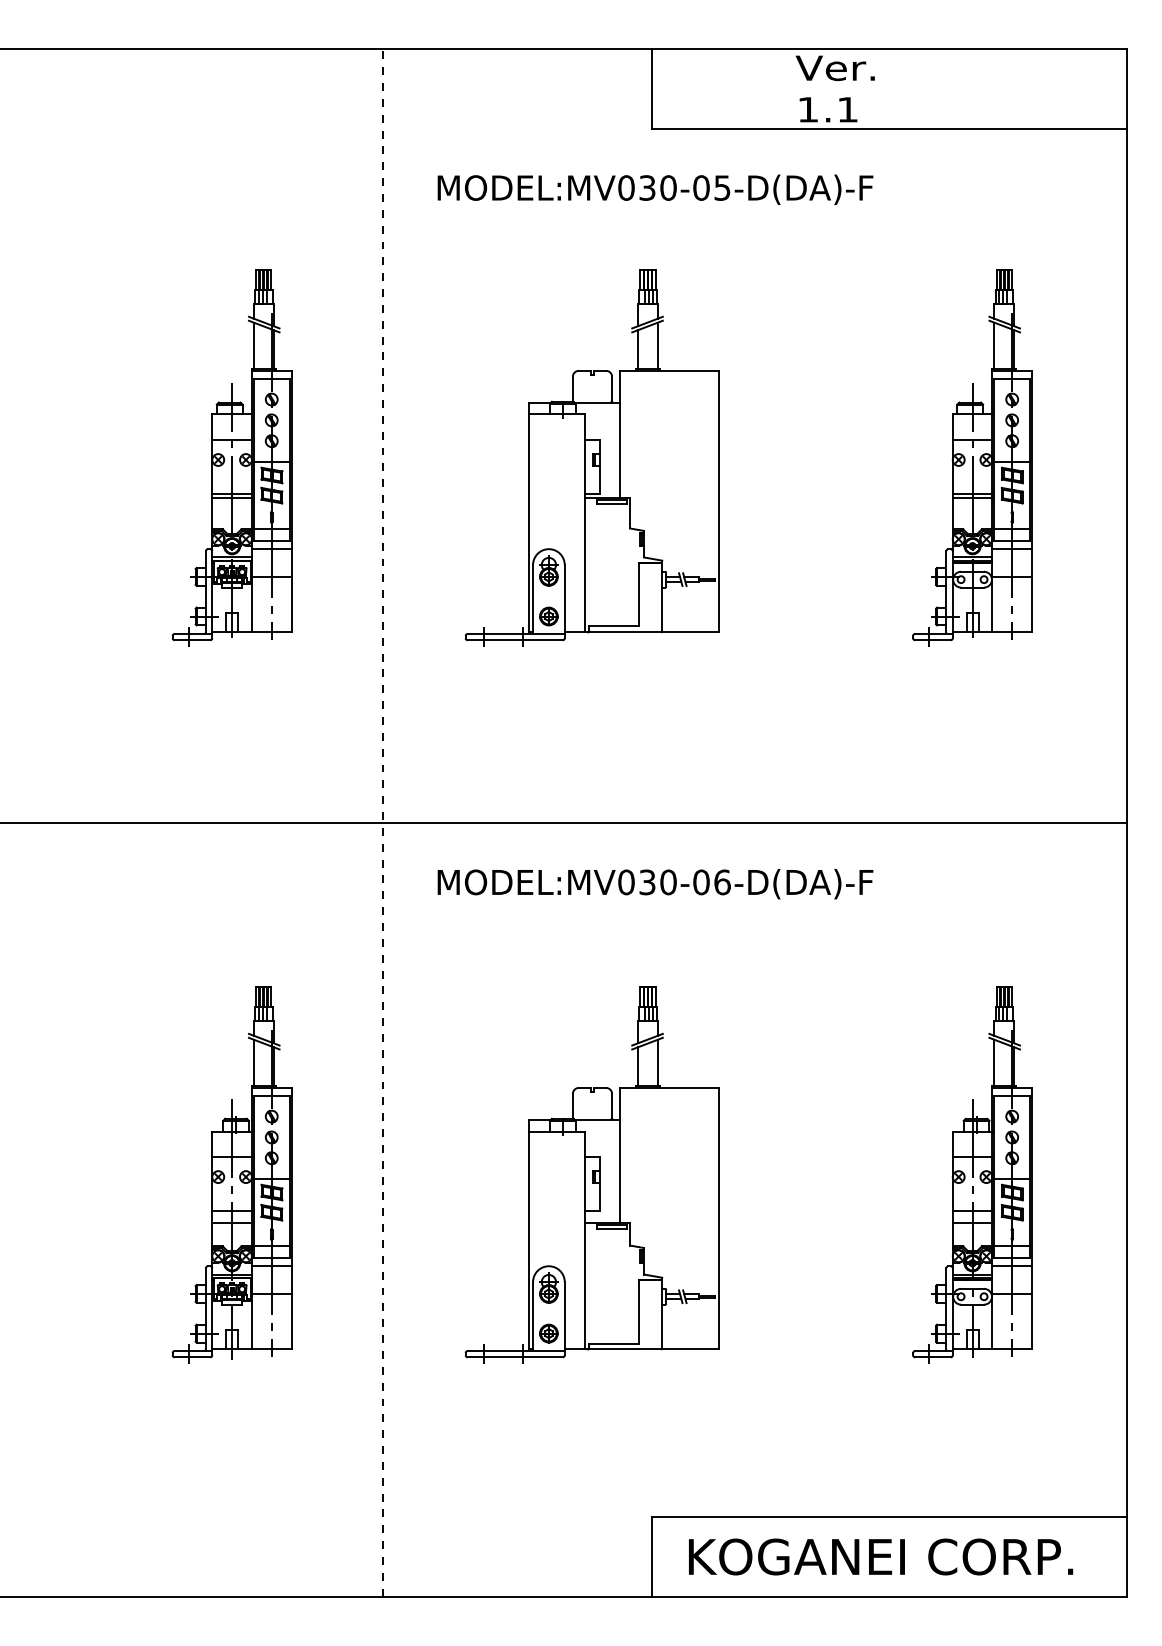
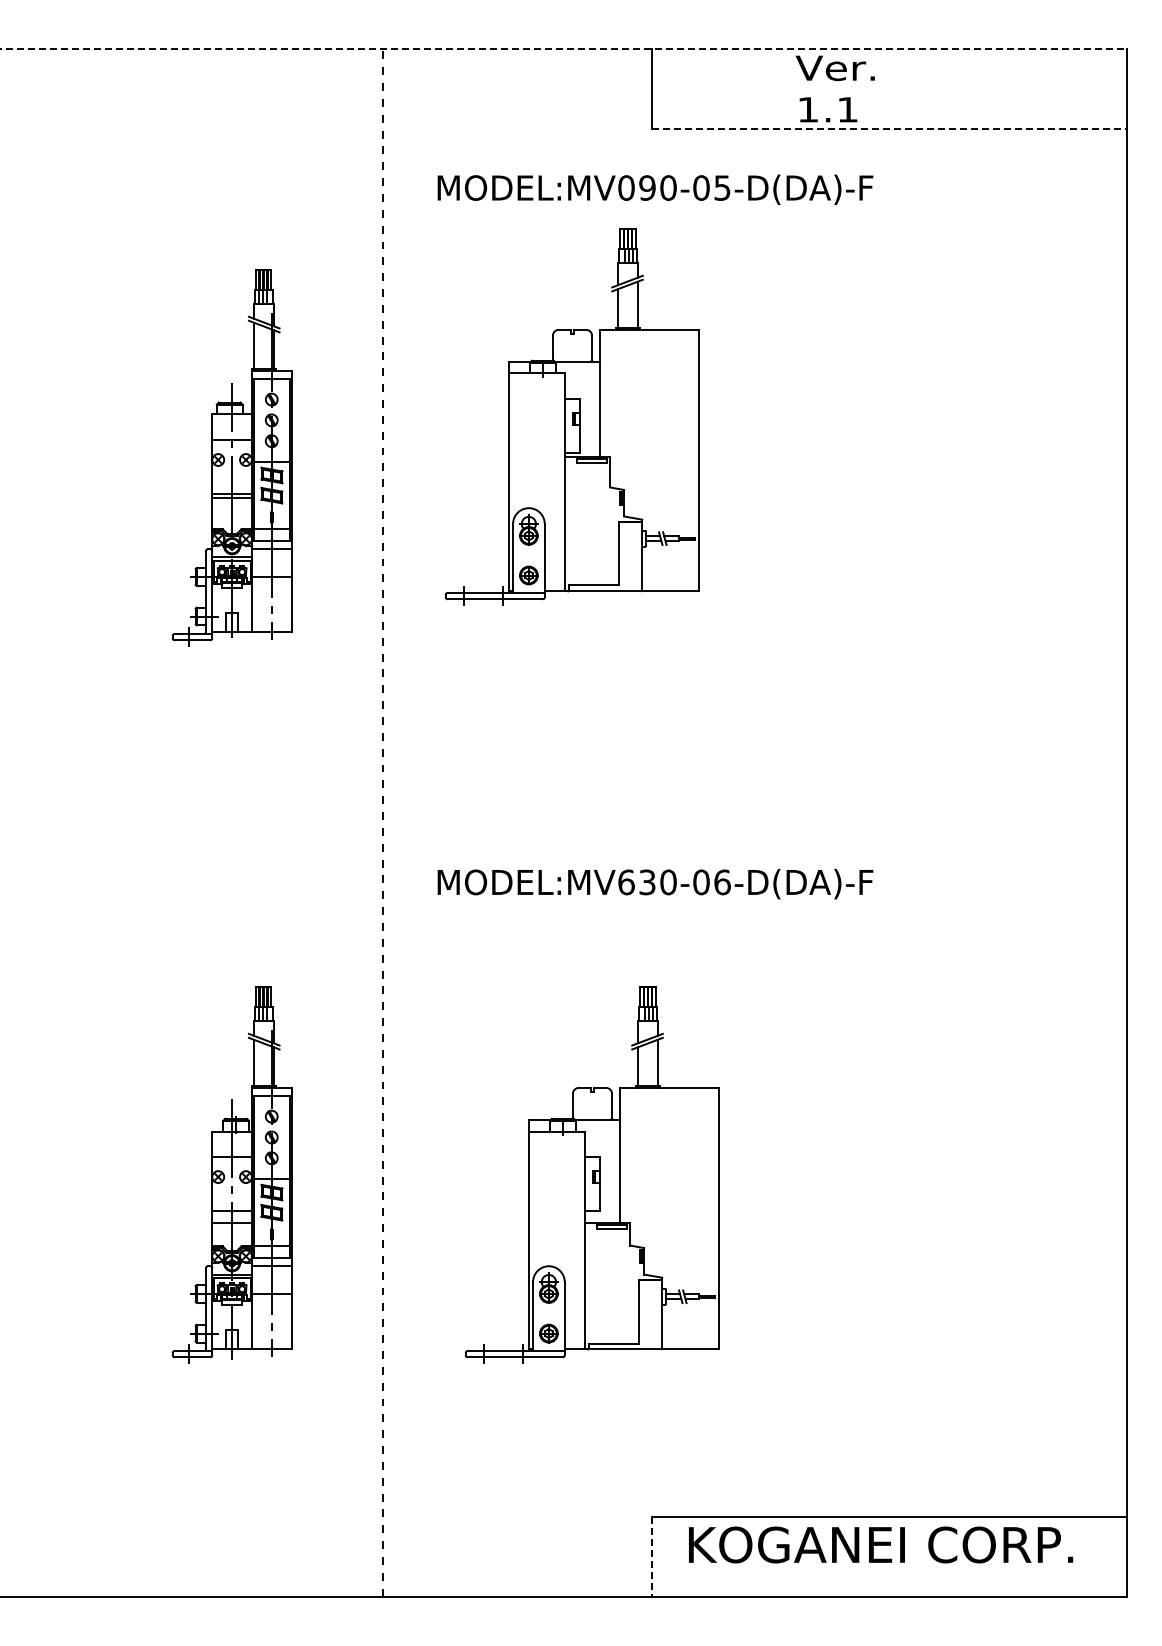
line at (564, 49): solid -> dashed
line at (889, 128): solid -> dashed
text at (647, 187): MODEL:MV030-05-D(DA)-F -> MODEL:MV090-05-D(DA)-F
part at (591, 457) position: (591, 457) -> (571, 416)
part at (972, 457): present -> none
line at (564, 823): present -> none
text at (626, 882): MODEL:MV030-06-D(DA)-F -> MODEL:MV630-06-D(DA)-F
part at (972, 1174): present -> none
line at (651, 1556): solid -> dashed
text at (881, 1556) position: (881, 1556) -> (881, 1544)
